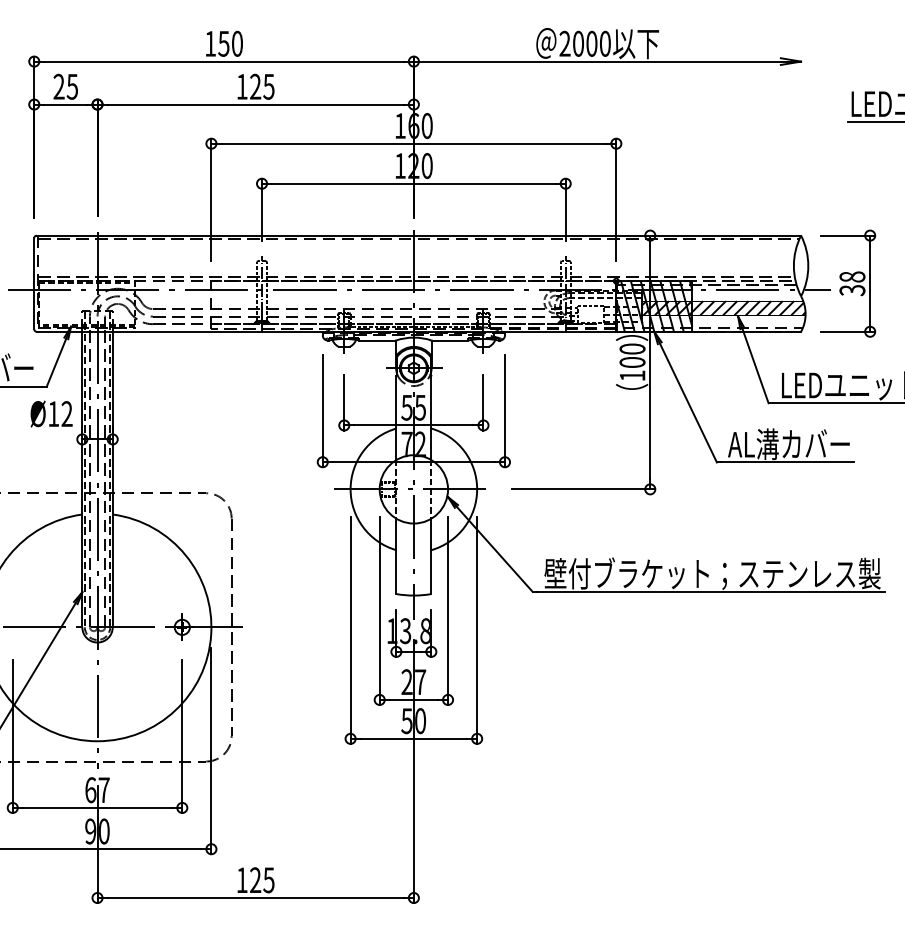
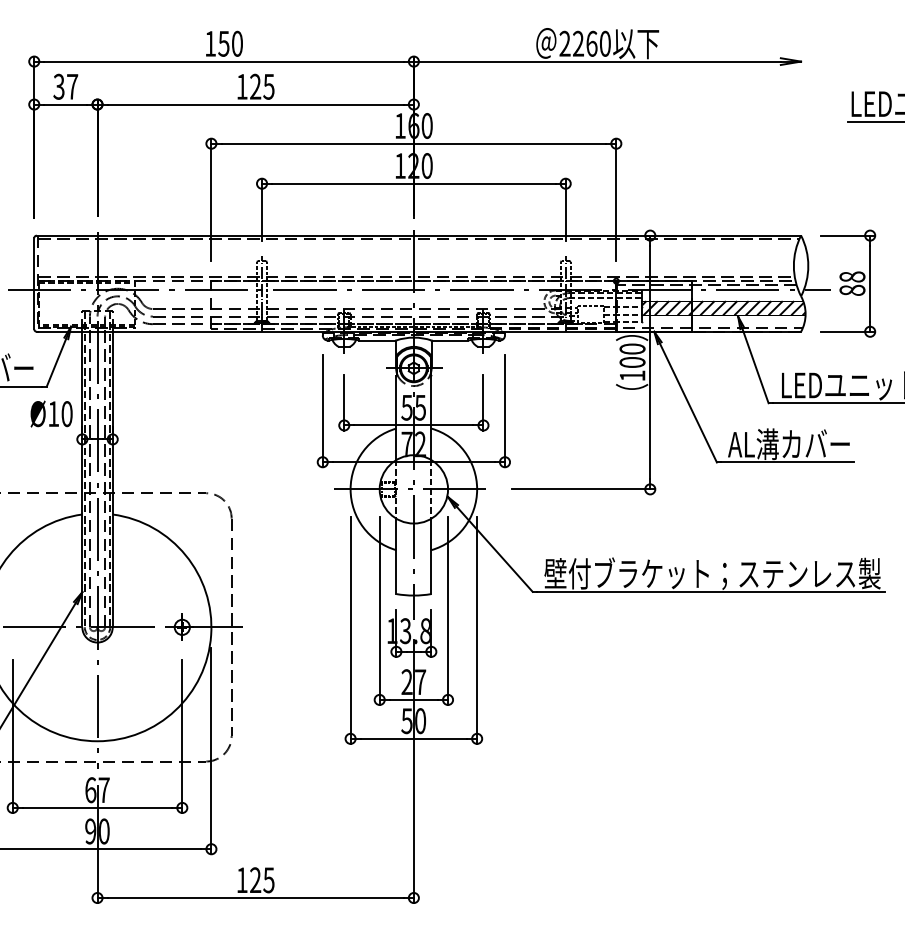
text at (585, 43): 2000 -> 2260
text at (65, 86): 25 -> 37
text at (852, 290): 38 -> 88
hatch at (654, 306): present -> none
text at (66, 414): Ø12 -> Ø10
